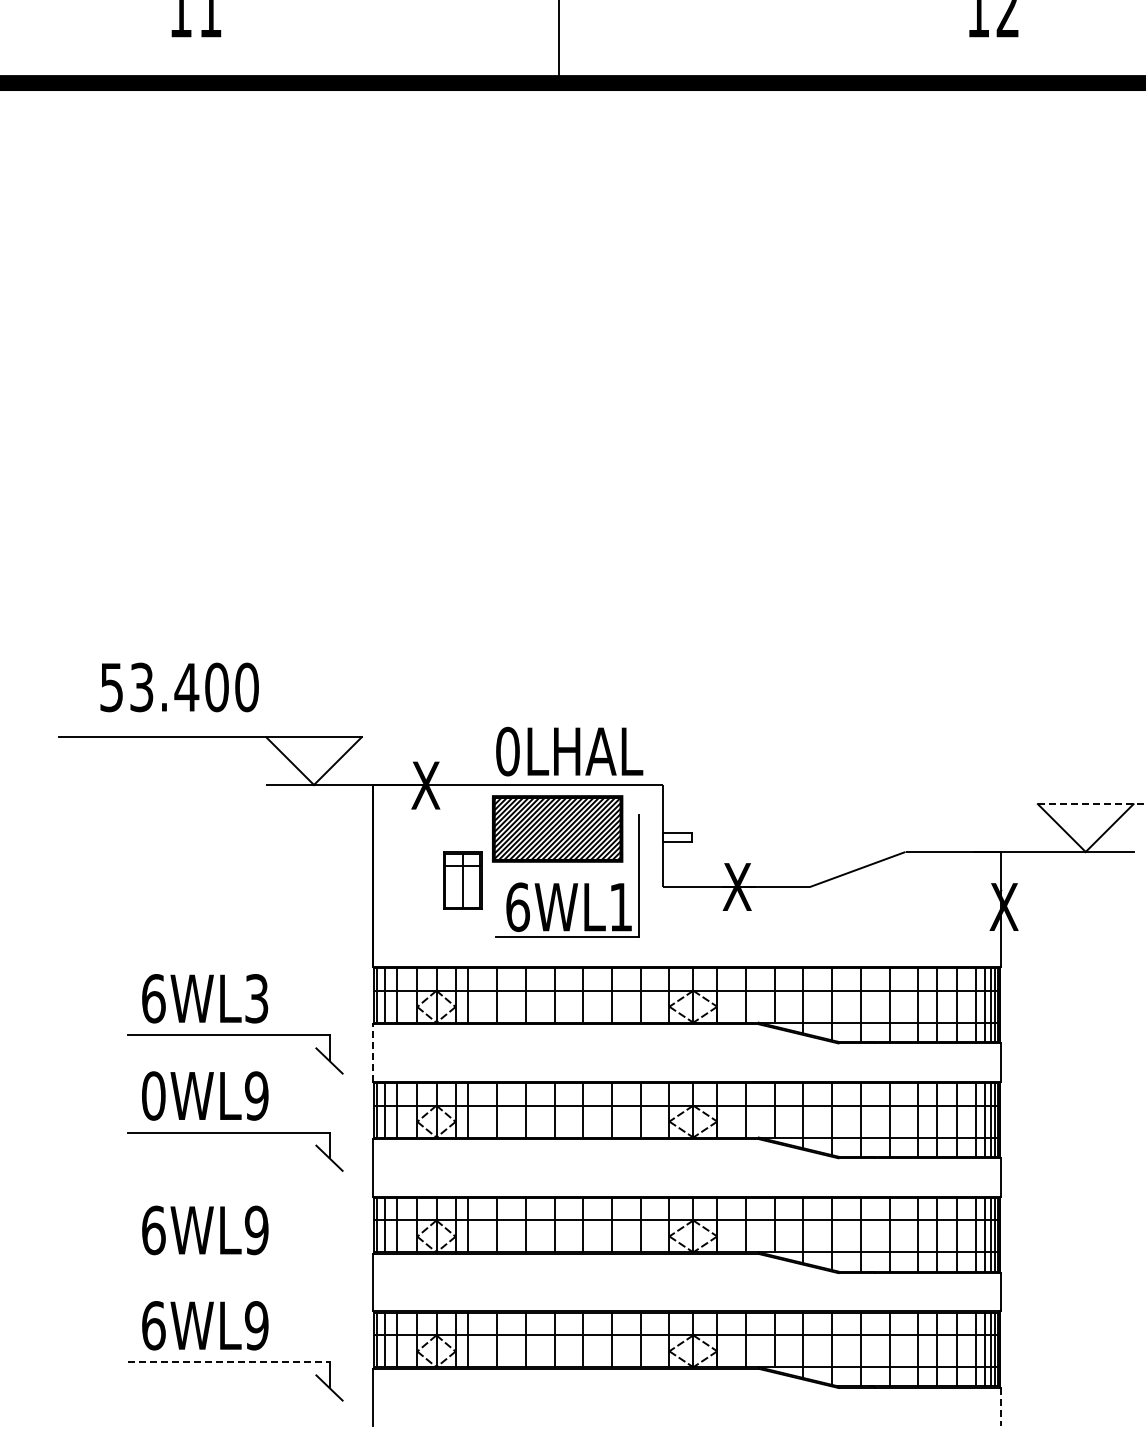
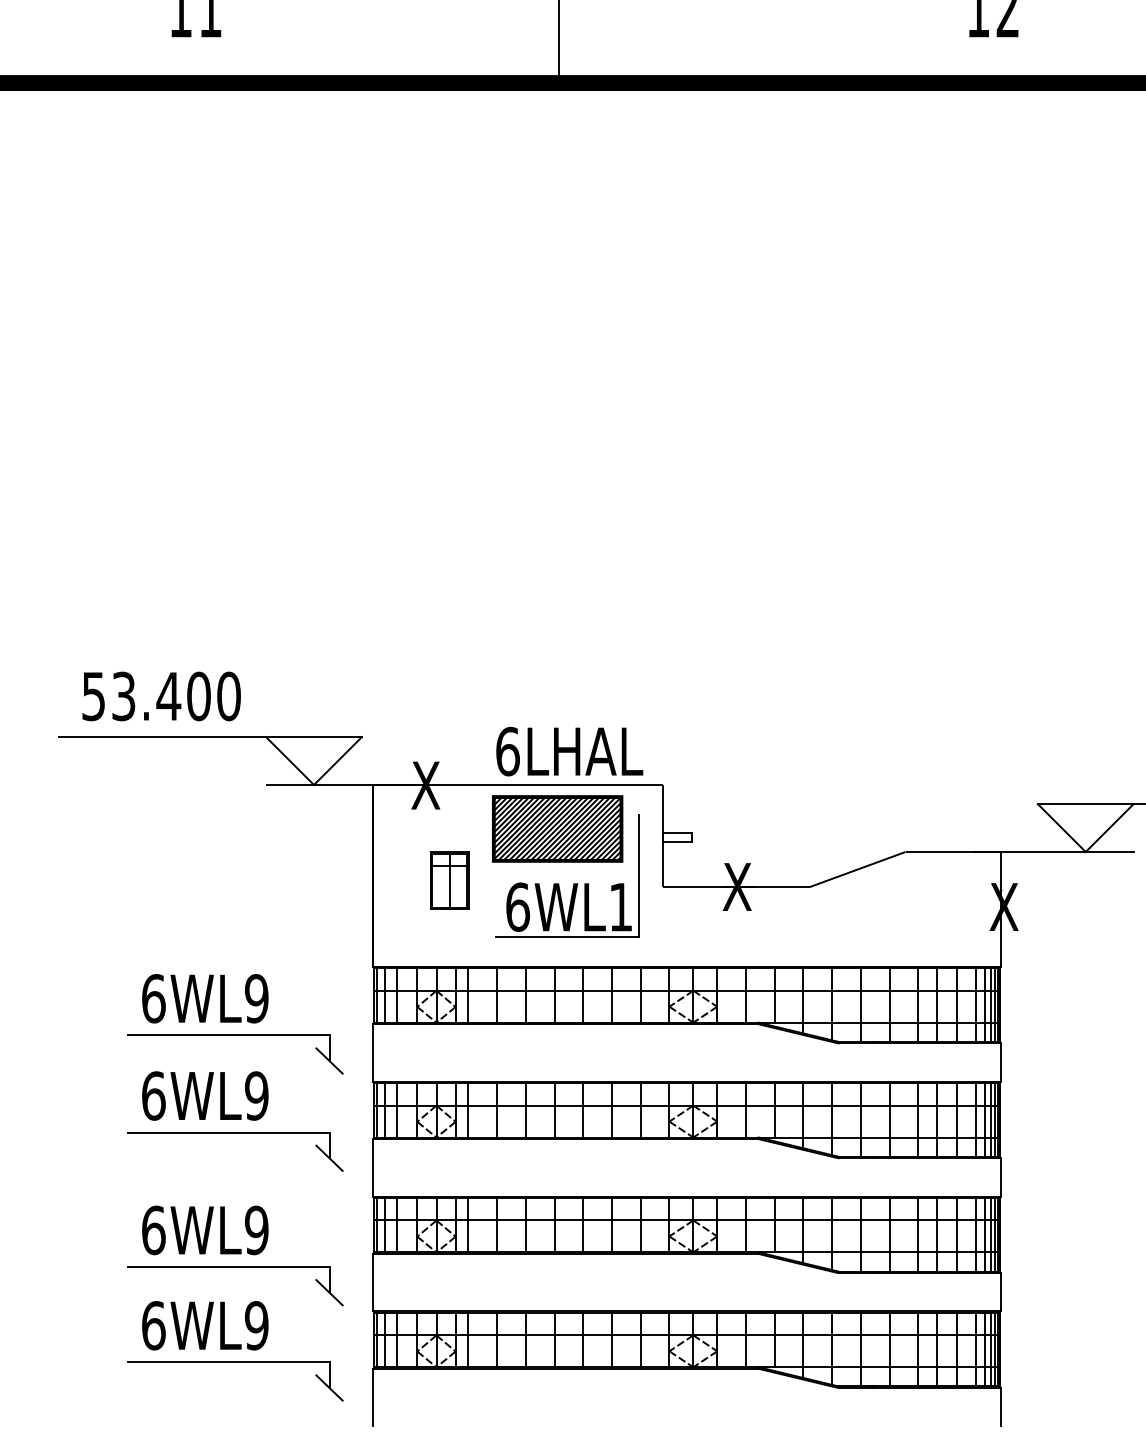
text at (179, 687) position: (179, 687) -> (161, 696)
text at (507, 751): 0LHAL -> 6LHAL
line at (1091, 804): dashed -> solid
part at (462, 880) position: (462, 880) -> (449, 880)
text at (256, 998): 6WL3 -> 6WL9
line at (372, 1053): dashed -> solid
text at (153, 1095): 0WL9 -> 6WL9
part at (235, 1267): none -> present
line at (228, 1362): dashed -> solid
line at (1001, 1407): dashed -> solid
